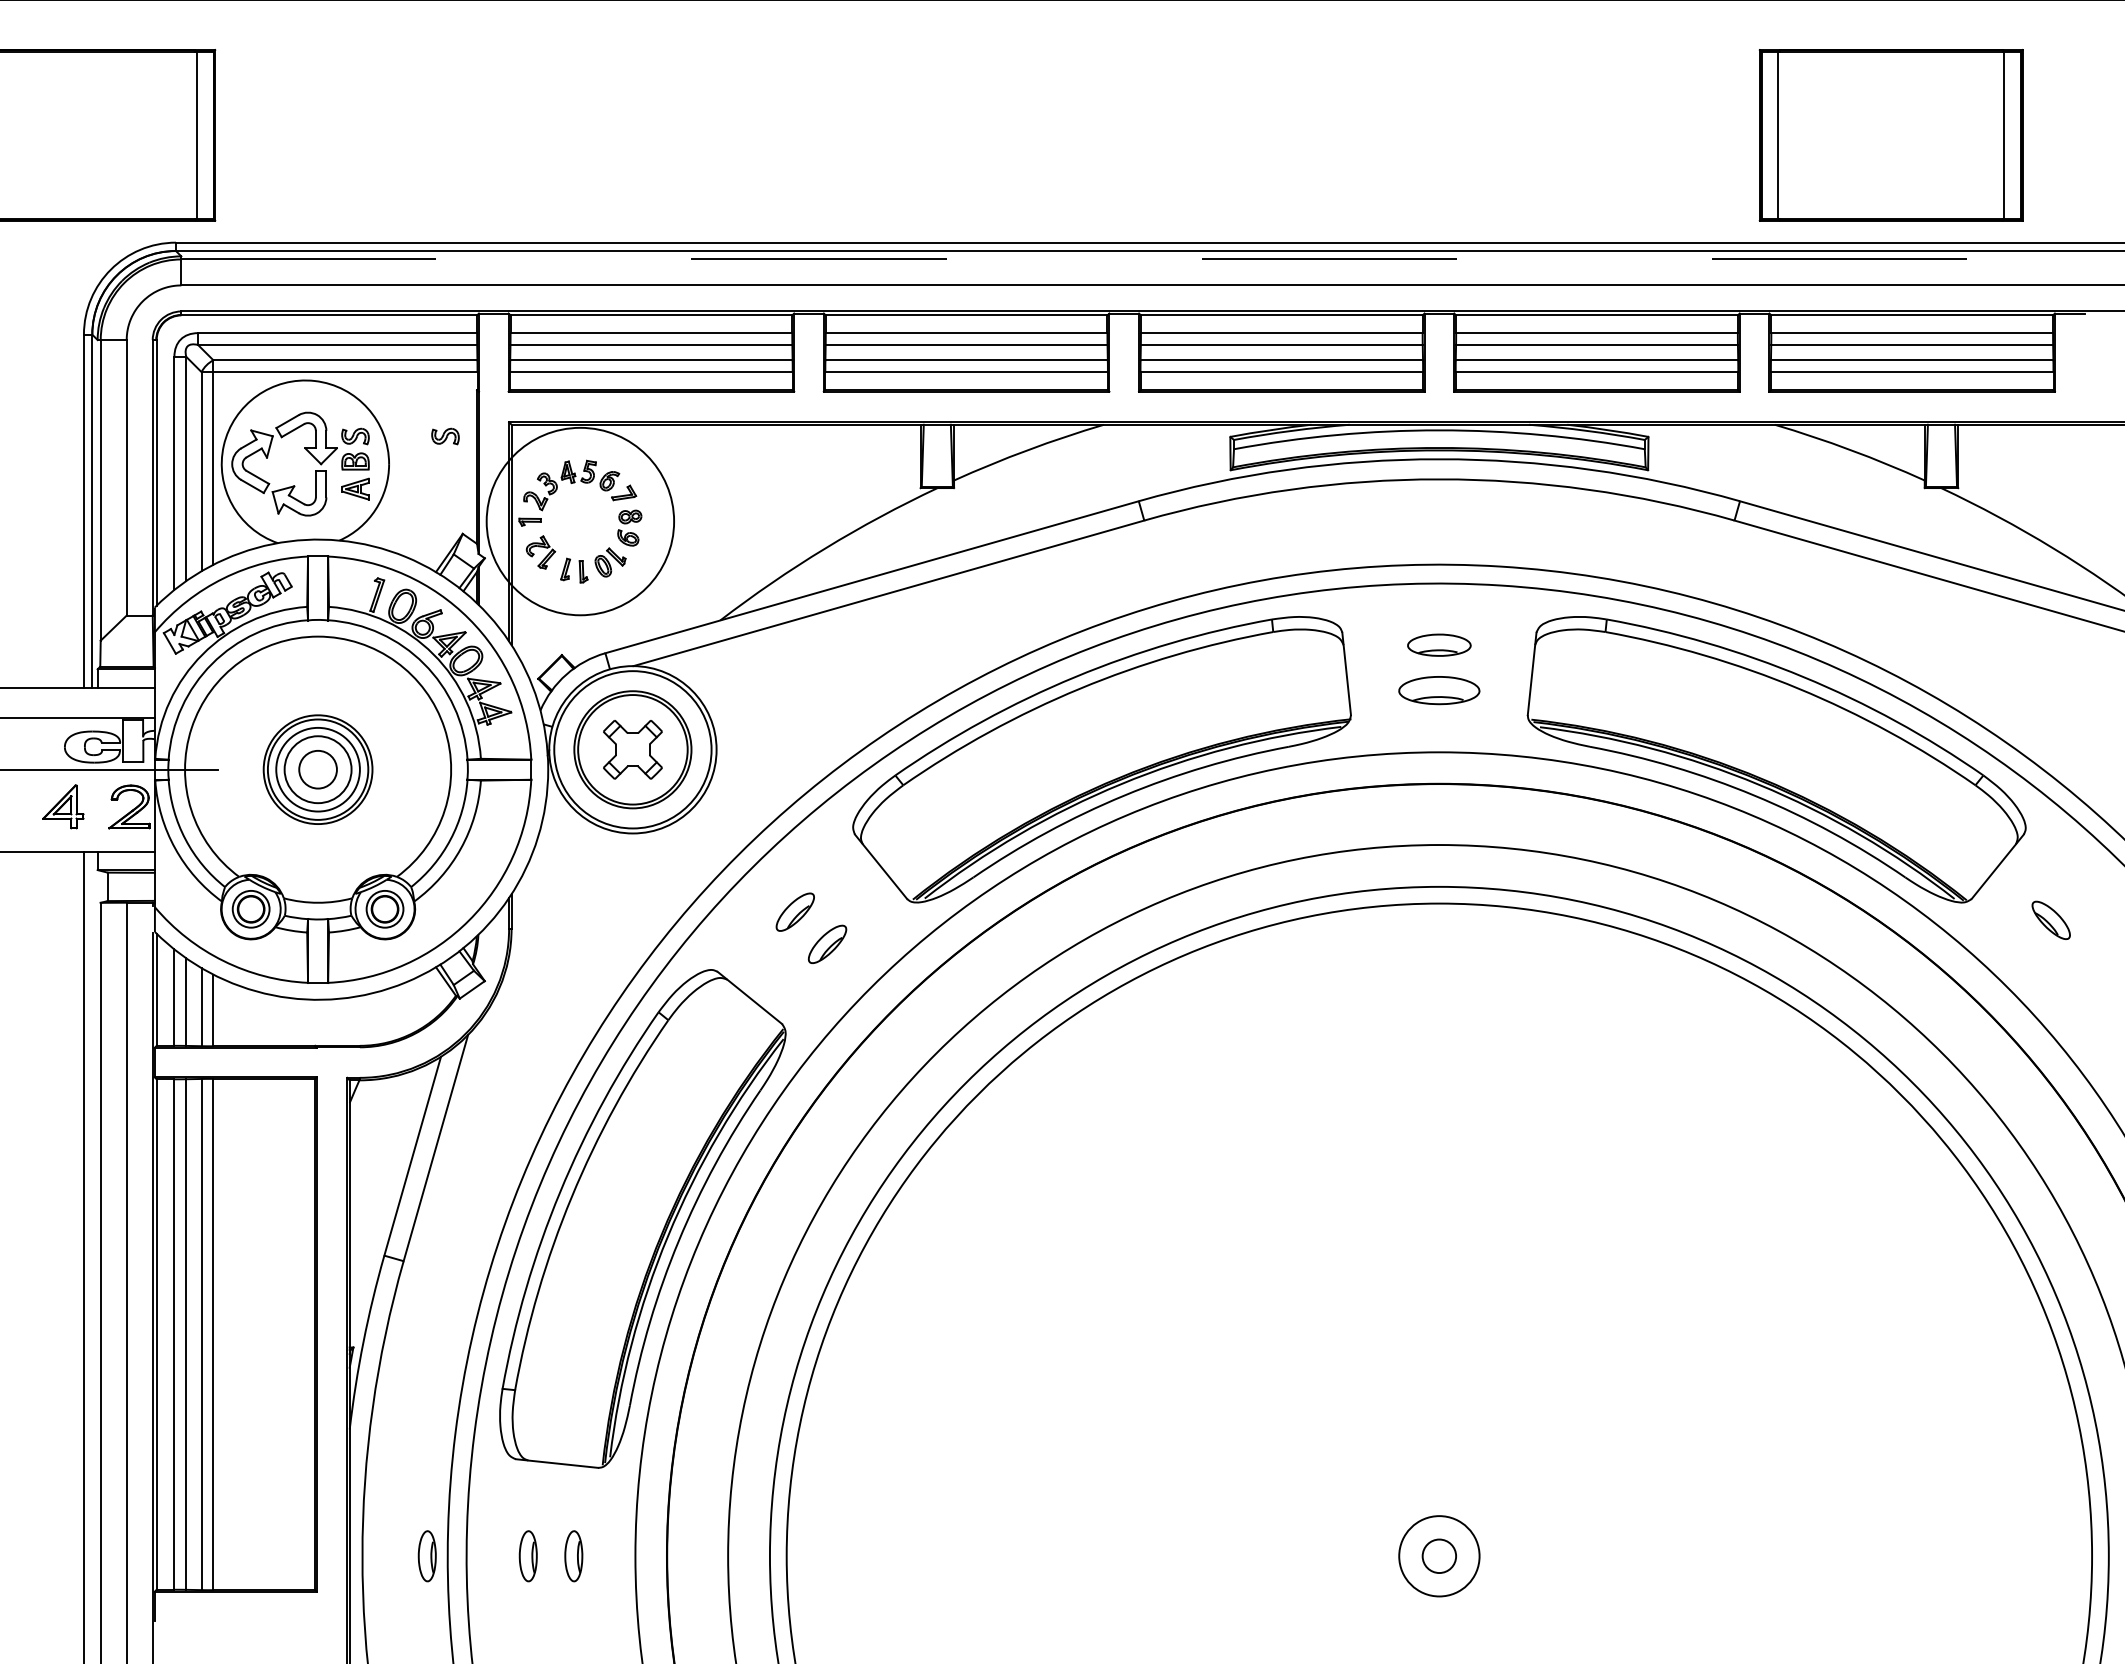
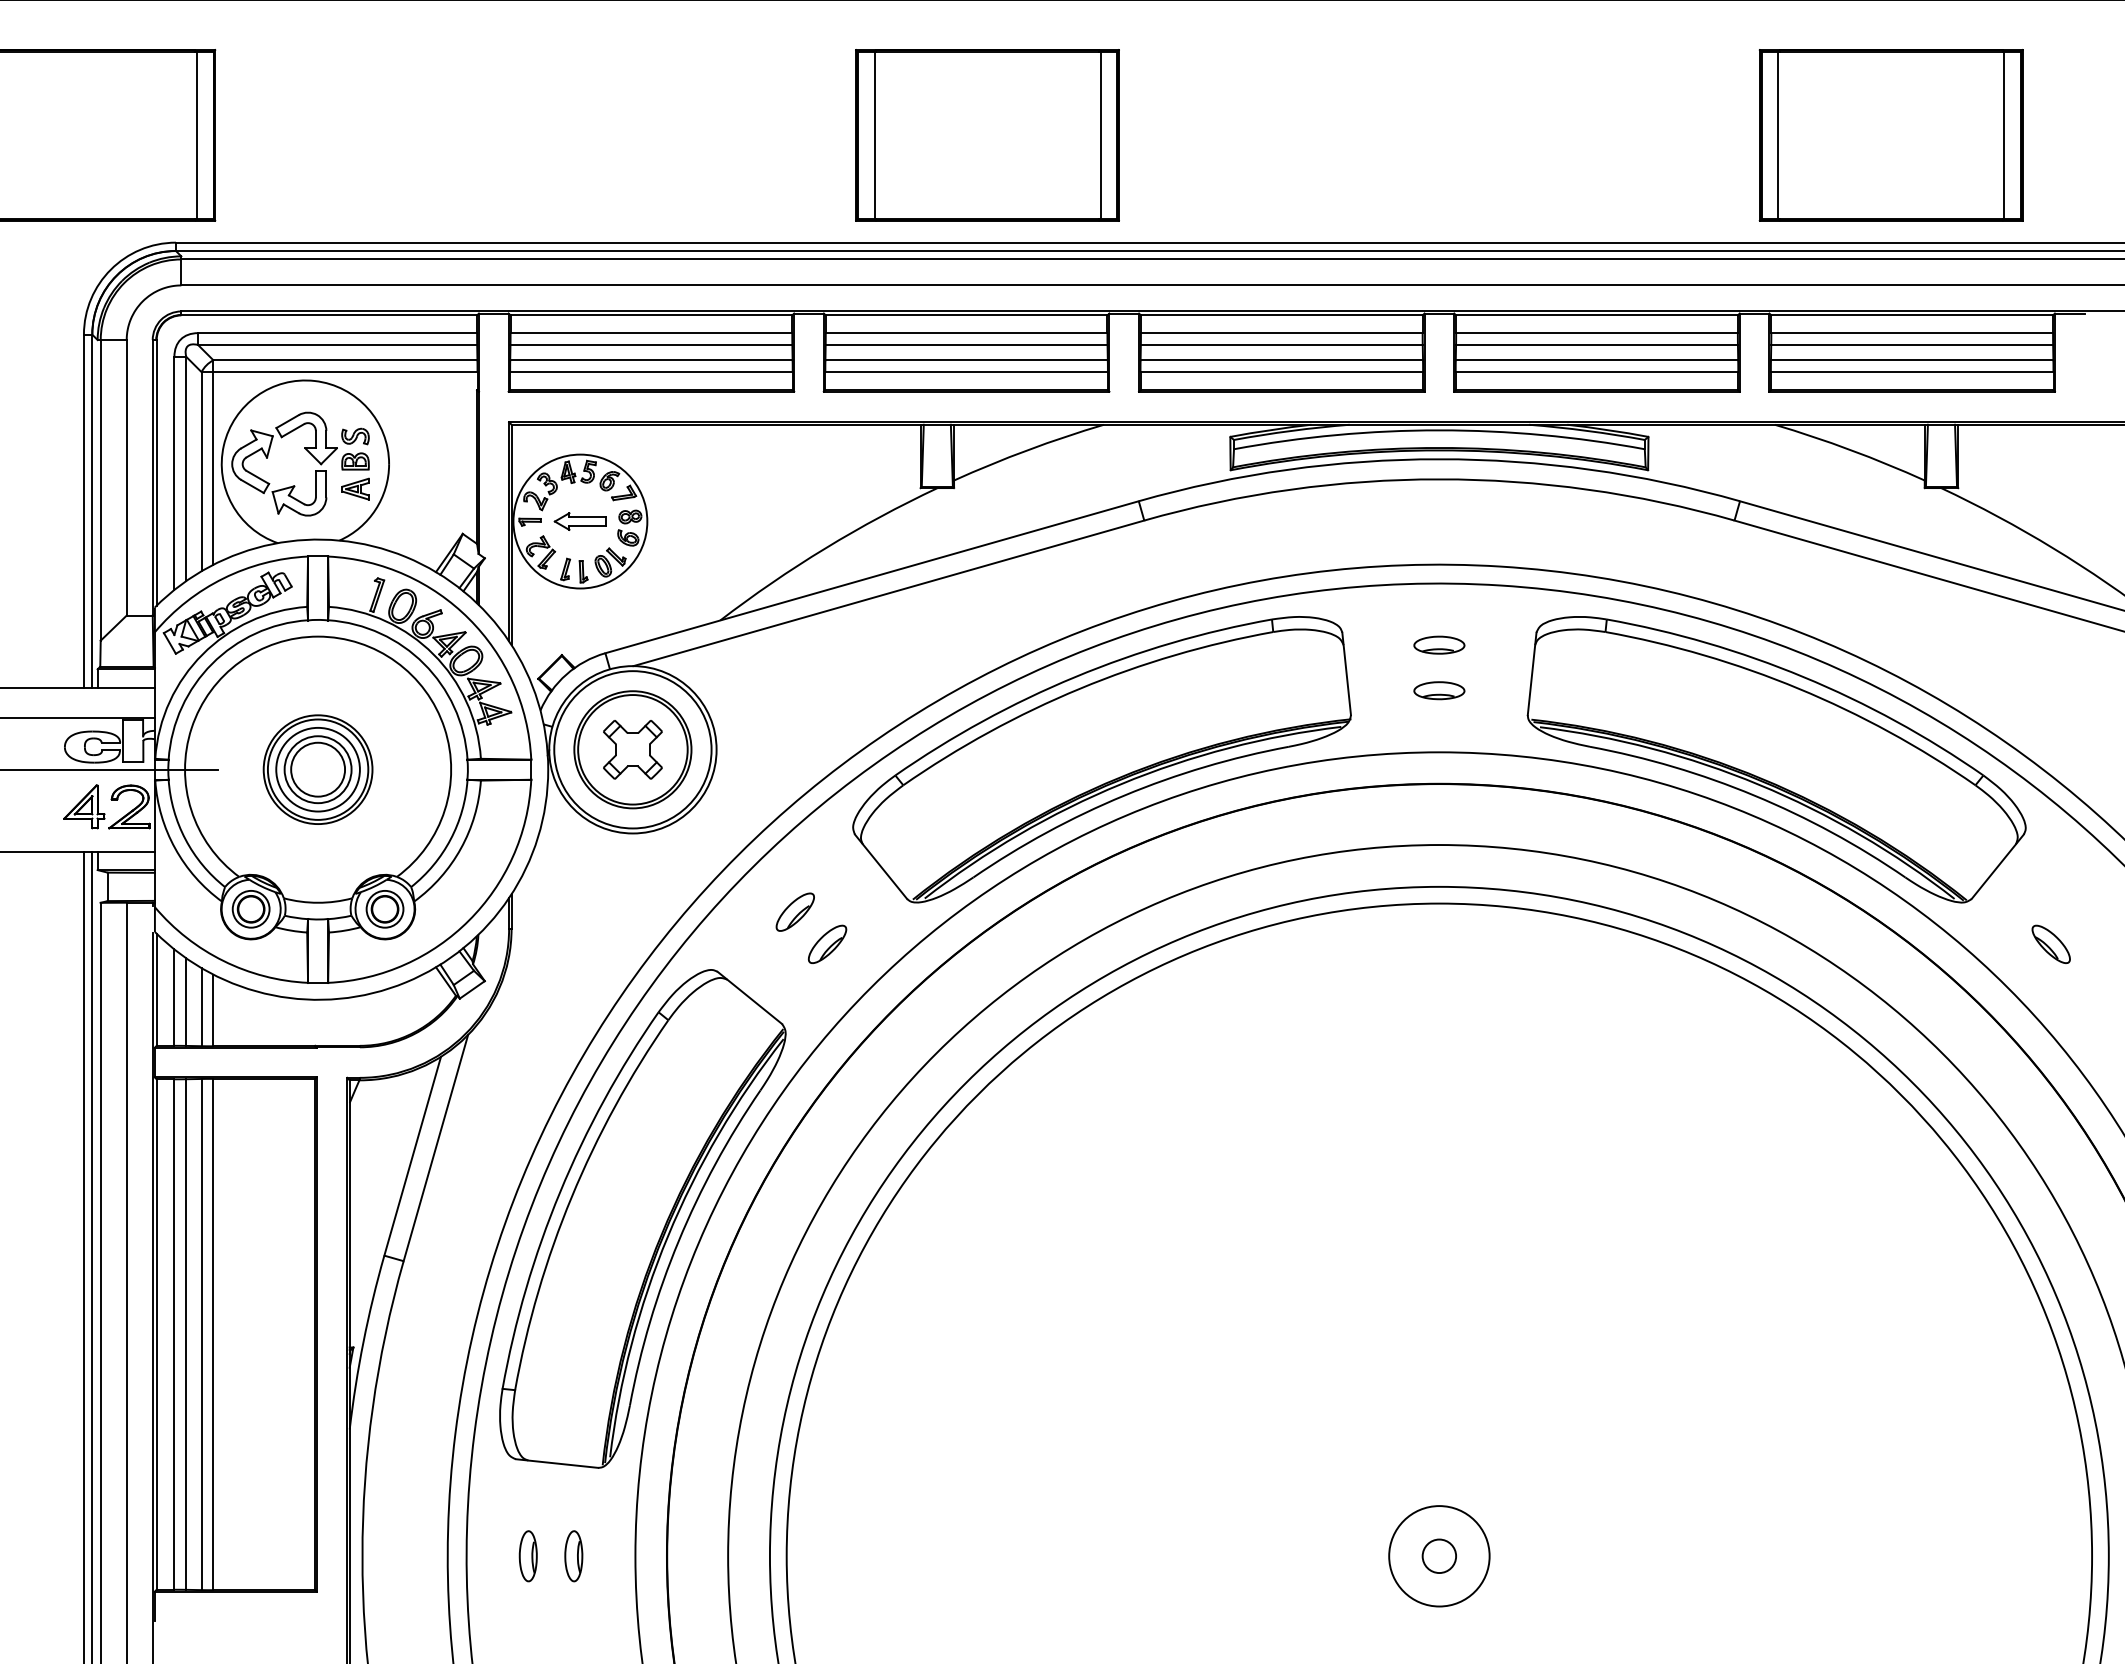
part at (987, 135): none -> present
line at (1153, 259): dashed -> solid
part at (445, 436): present -> none
part at (579, 521): none -> present
circle at (580, 521) diameter: 187 px -> 134 px
part at (1439, 644) size: 65x24 px -> 53x20 px
part at (1439, 690) size: 83x30 px -> 53x20 px
circle at (317, 769) diameter: 38 px -> 54 px
part at (63, 806) position: (63, 806) -> (84, 806)
part at (2050, 919) position: (2050, 919) -> (2050, 943)
line at (92, 1255): none -> present
part at (426, 1556): present -> none
circle at (1439, 1556) diameter: 80 px -> 100 px
